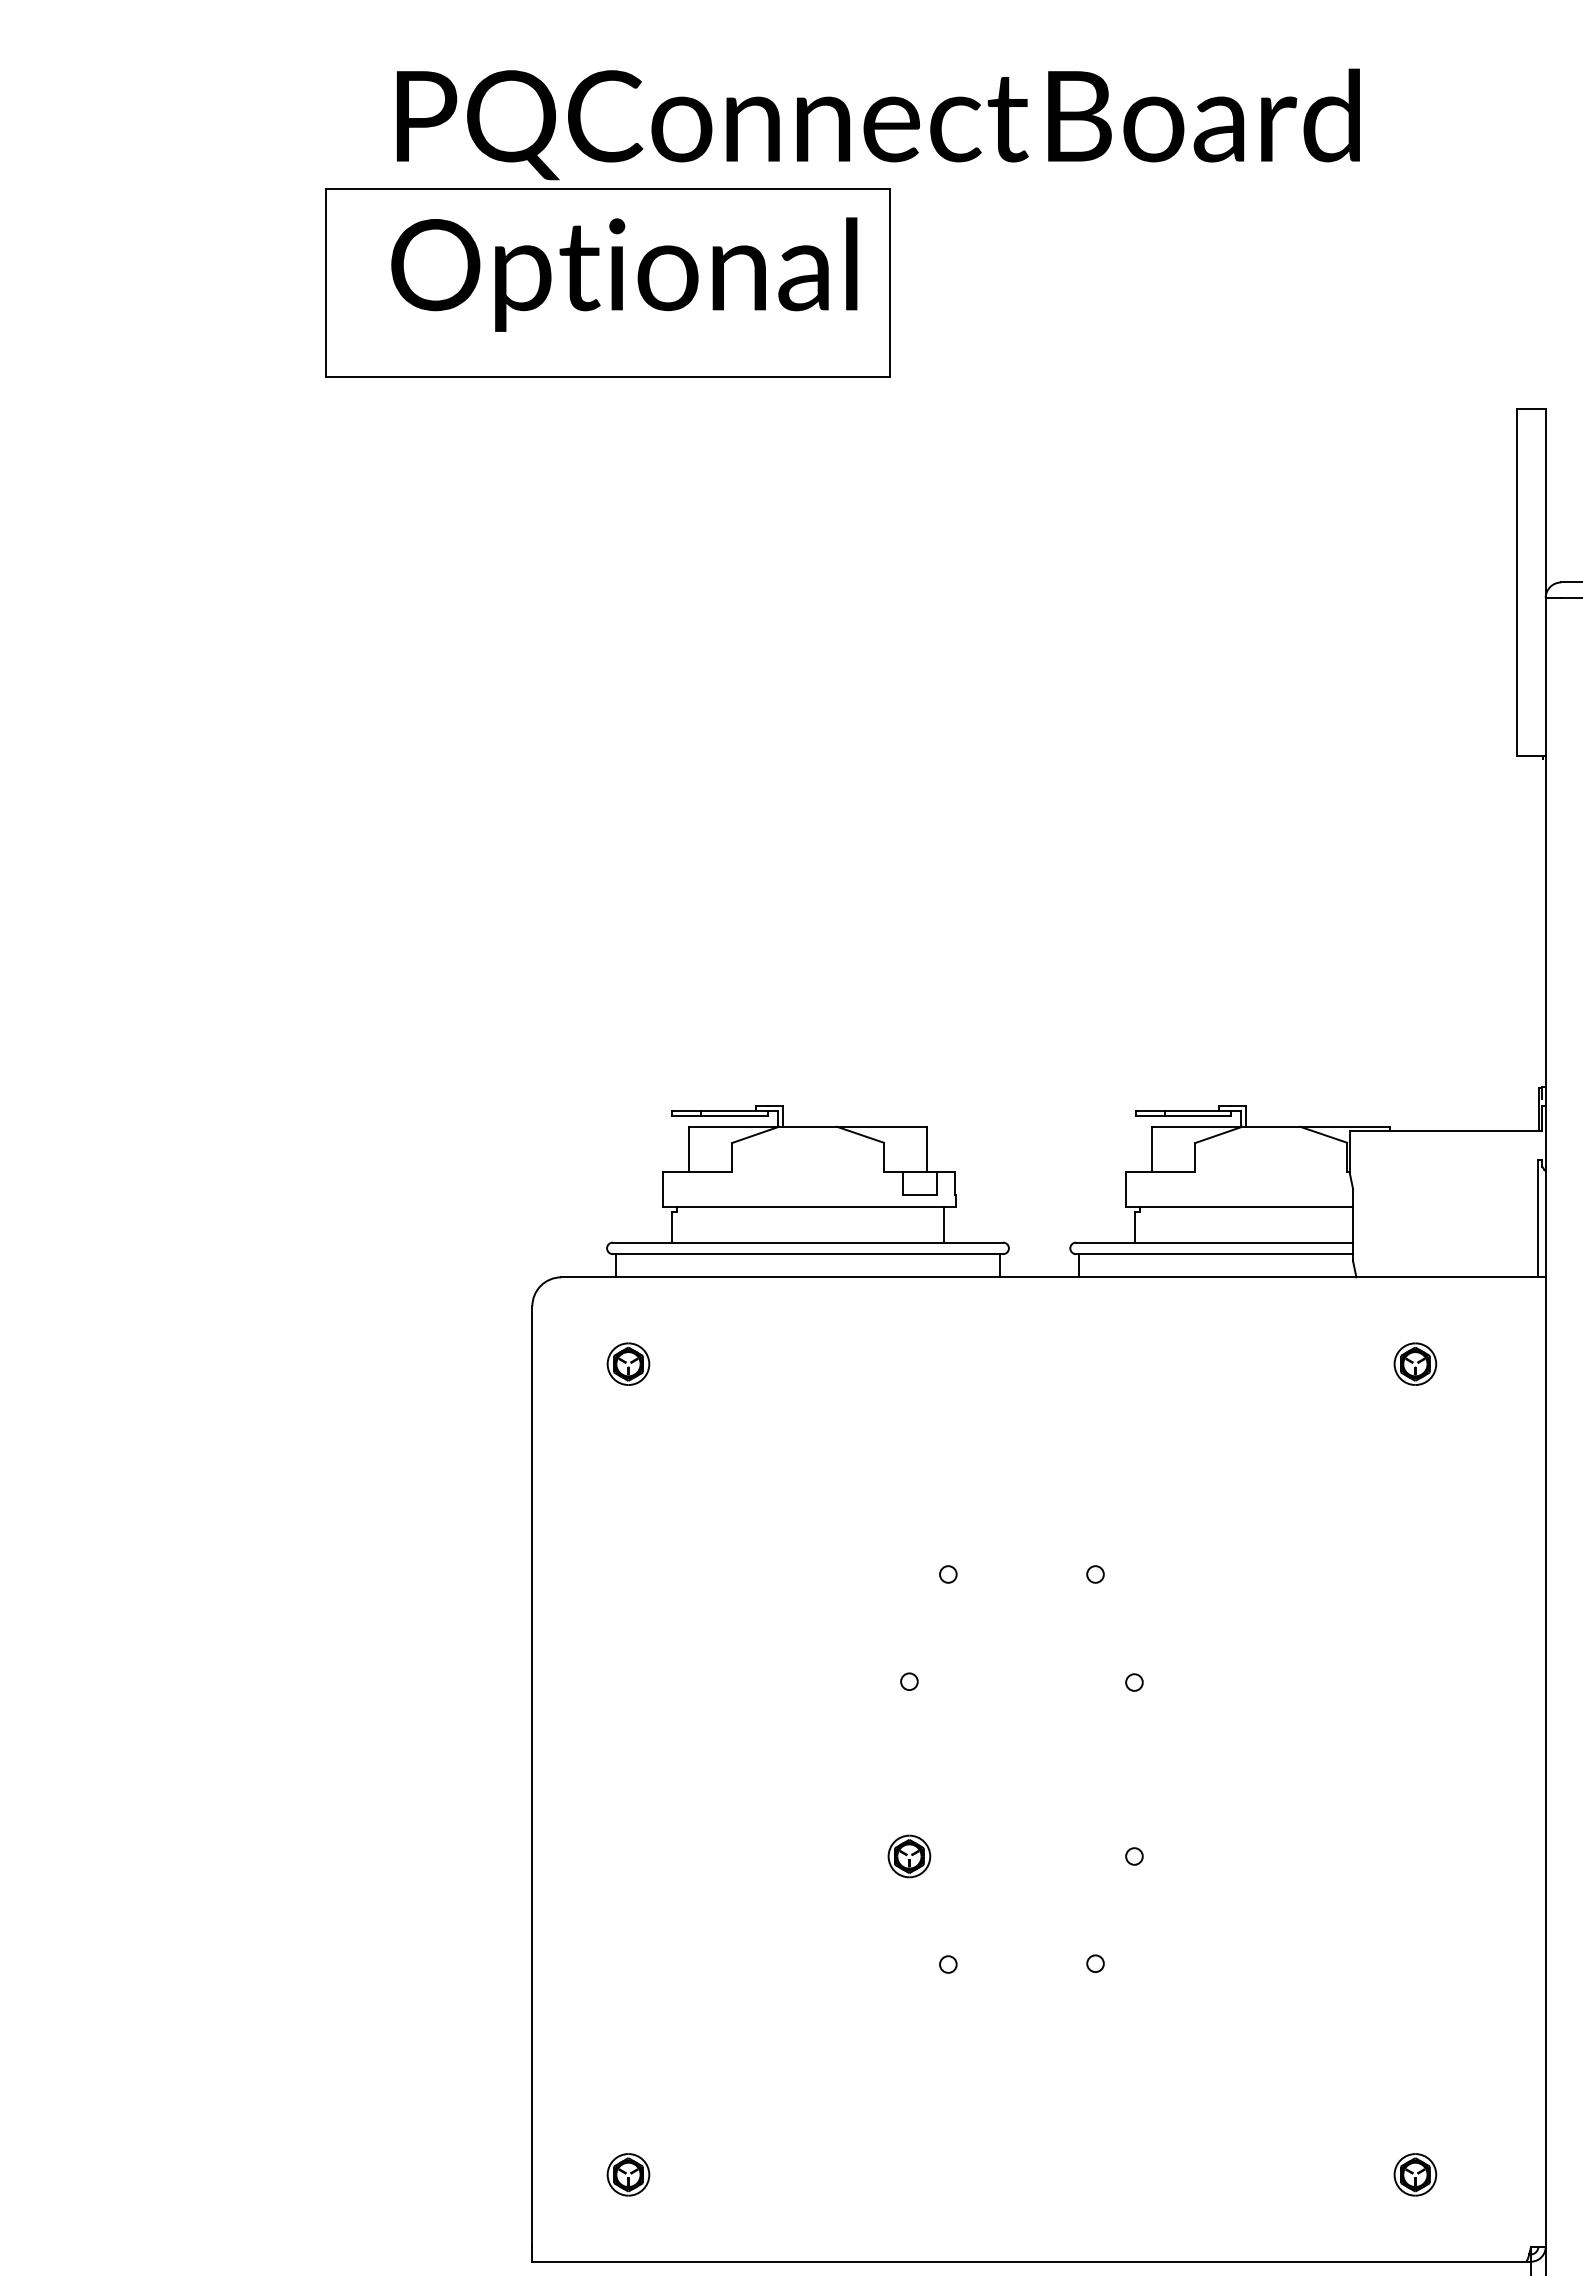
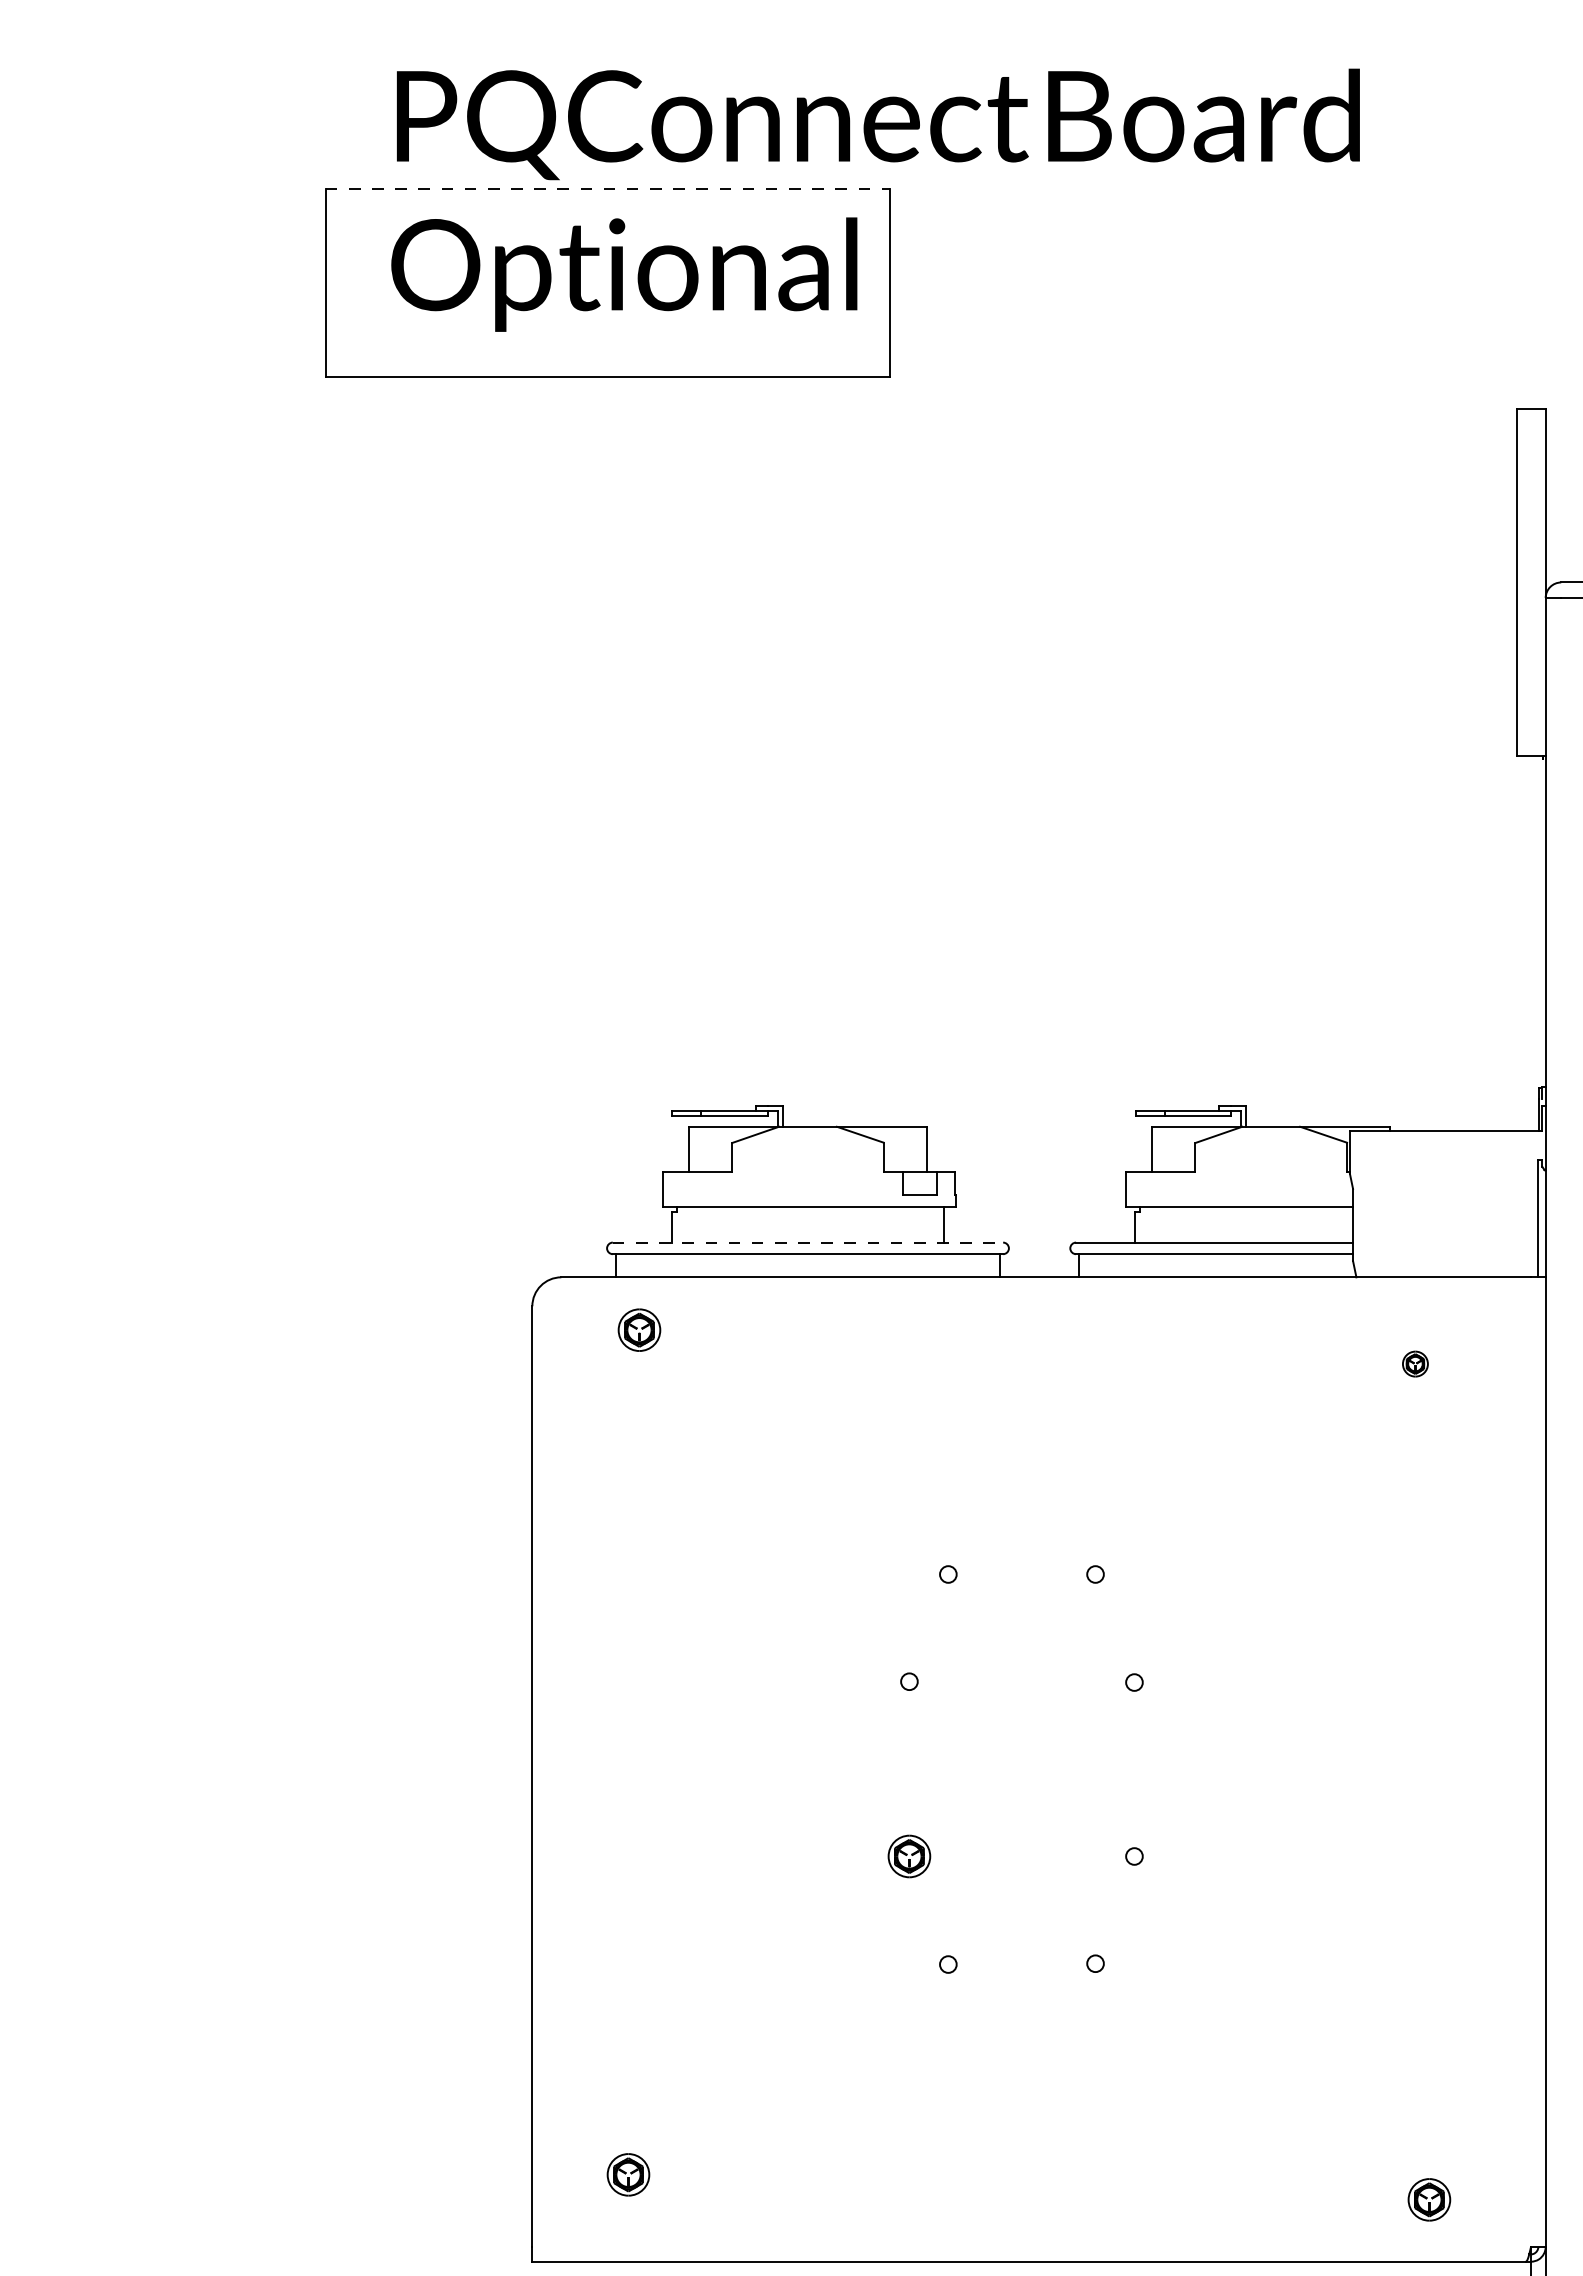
line at (608, 188): solid -> dashed
line at (808, 1242): solid -> dashed
part at (628, 1363) position: (628, 1363) -> (639, 1329)
part at (1415, 1363) size: 45x44 px -> 27x28 px
part at (1415, 2174) position: (1415, 2174) -> (1429, 2199)
